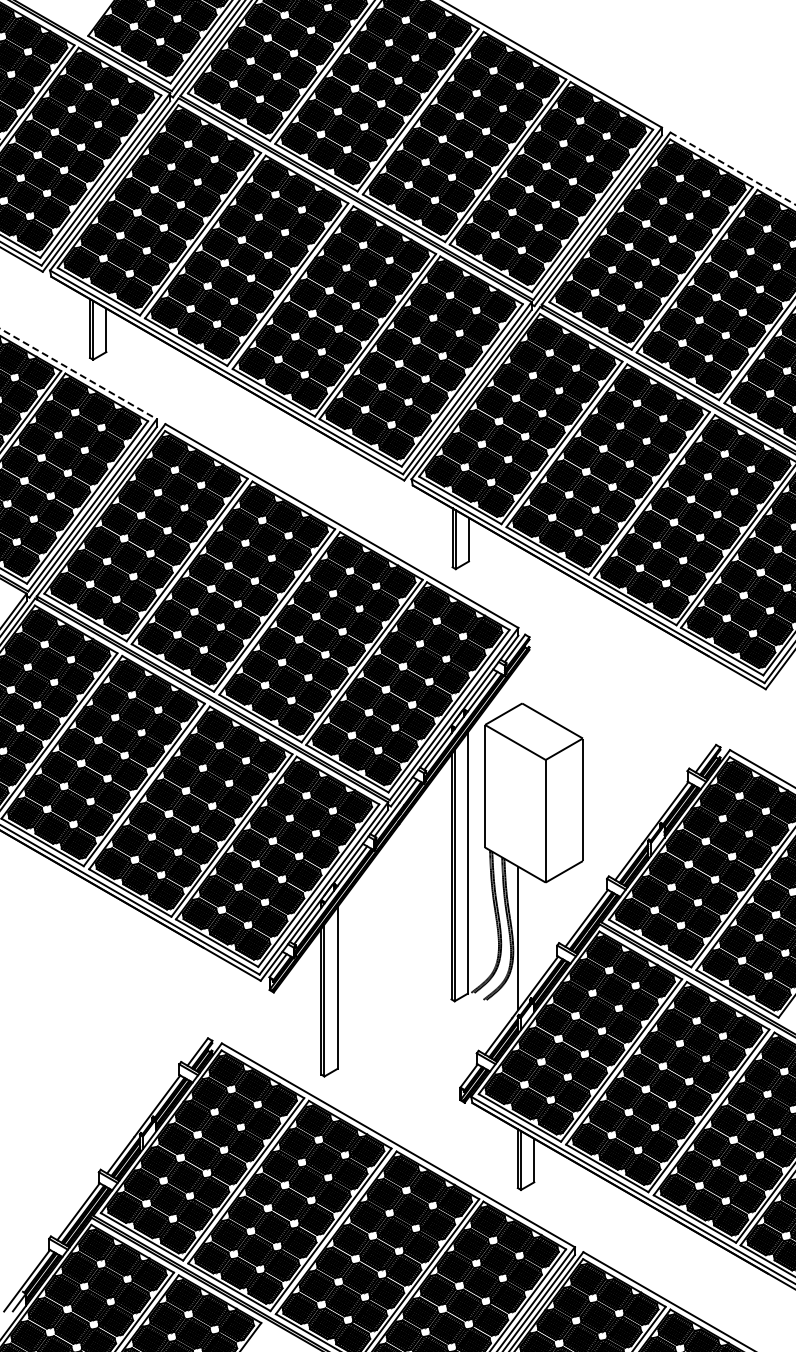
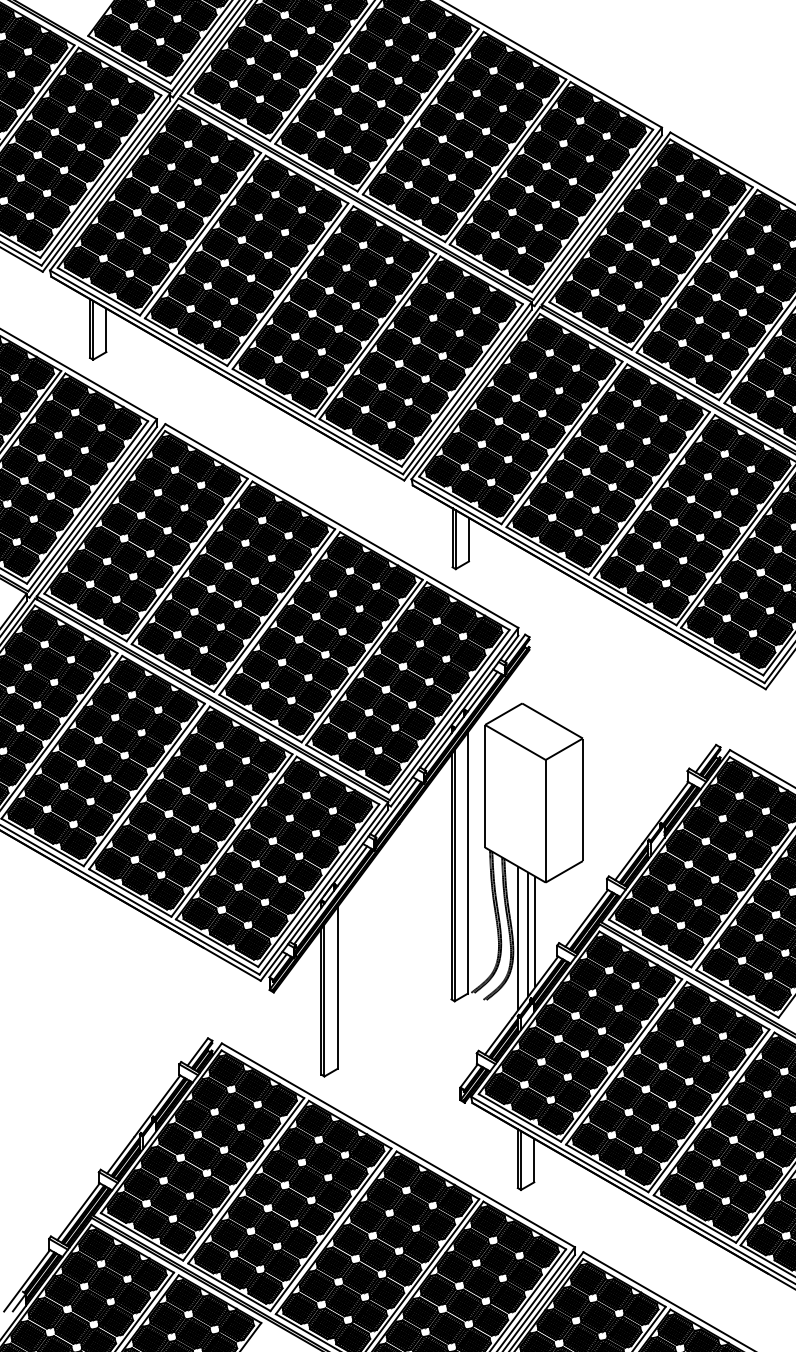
line at (733, 169): dashed -> solid
line at (79, 374): dashed -> solid
line at (535, 931): none -> present
line at (527, 934): none -> present
